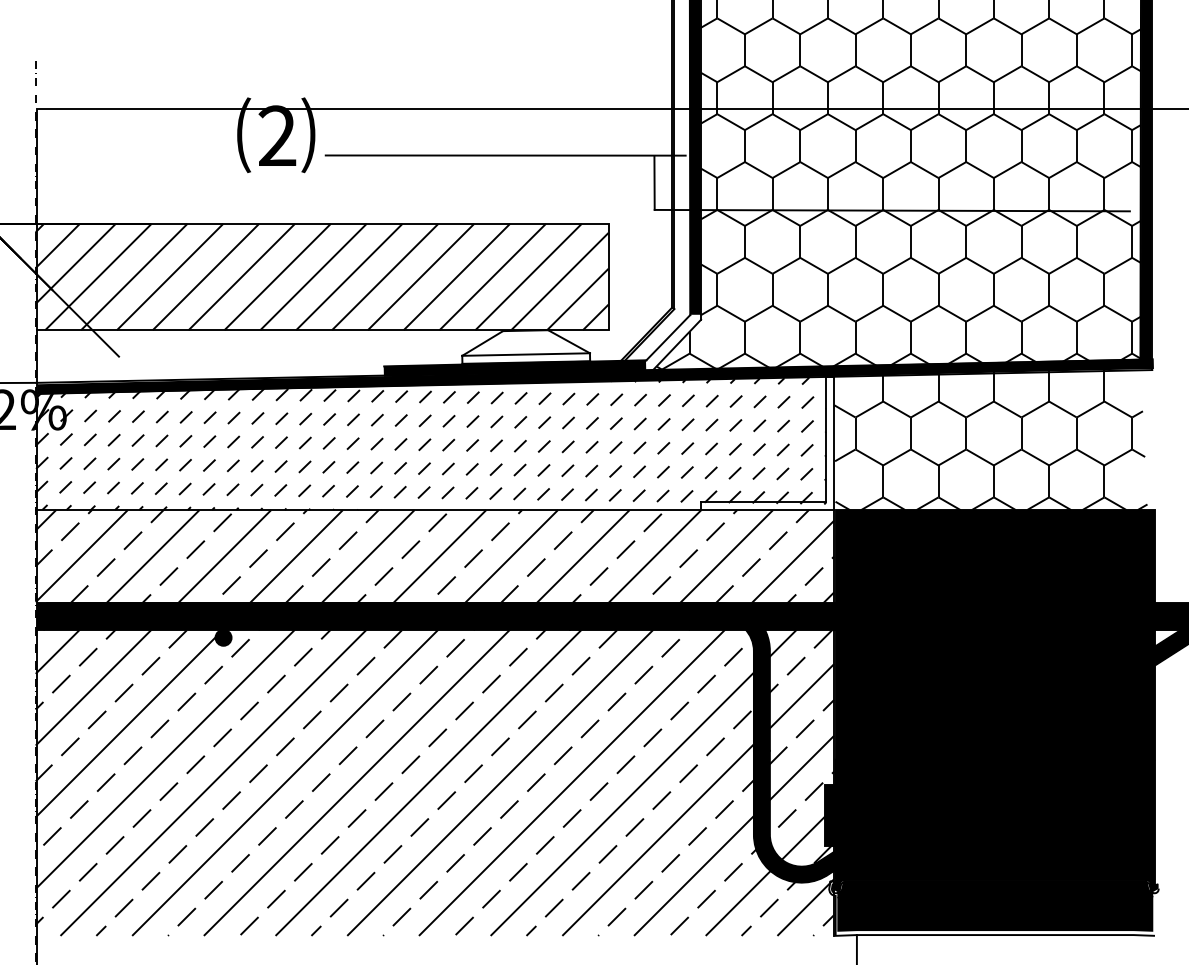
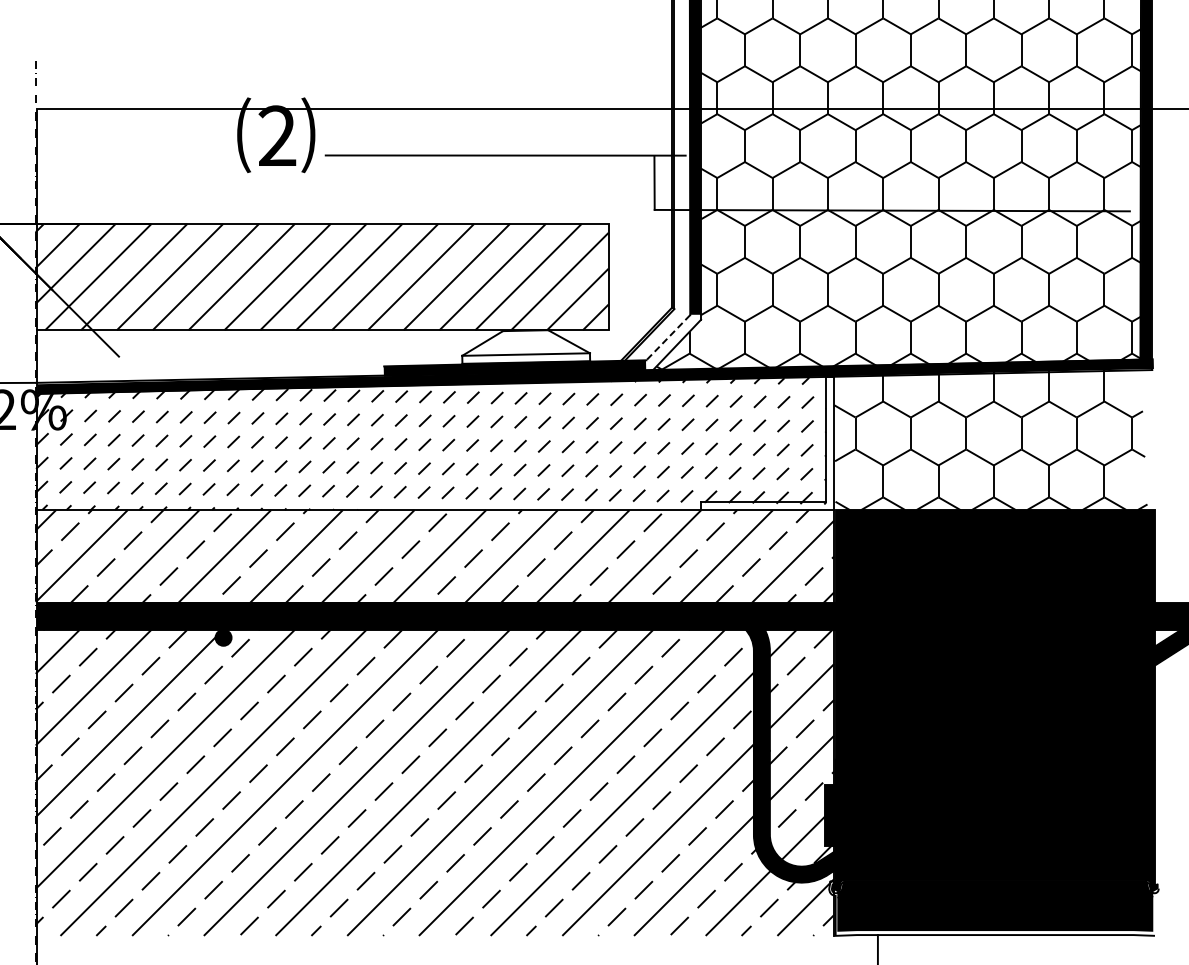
line at (668, 337): solid -> dashed
line at (856, 948) position: (856, 948) -> (877, 948)
